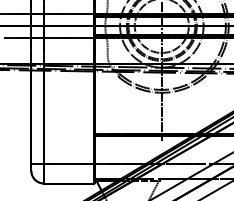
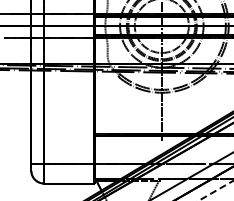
line at (216, 190): solid -> dashed
